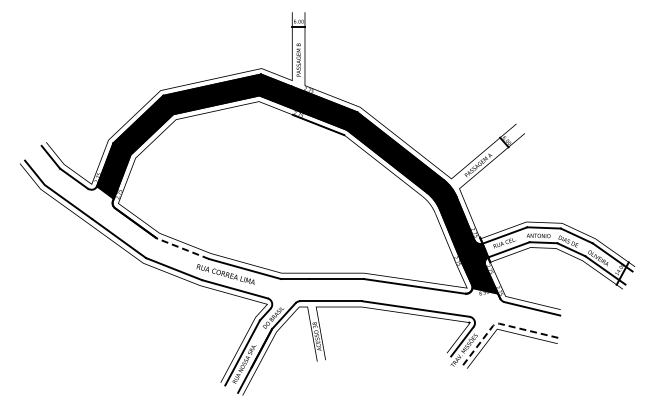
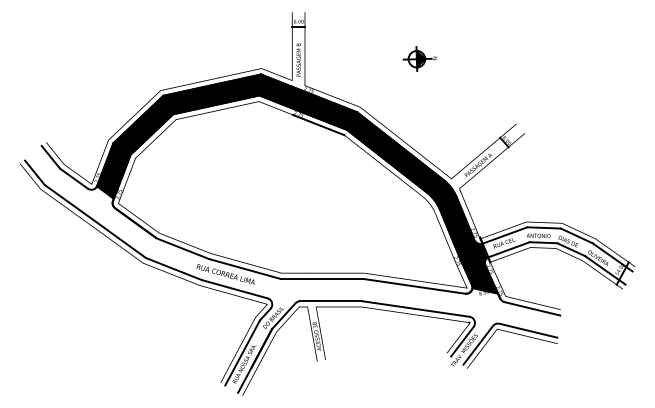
part at (419, 58): none -> present
line at (182, 248): dashed -> solid
line at (499, 323): dashed -> solid
